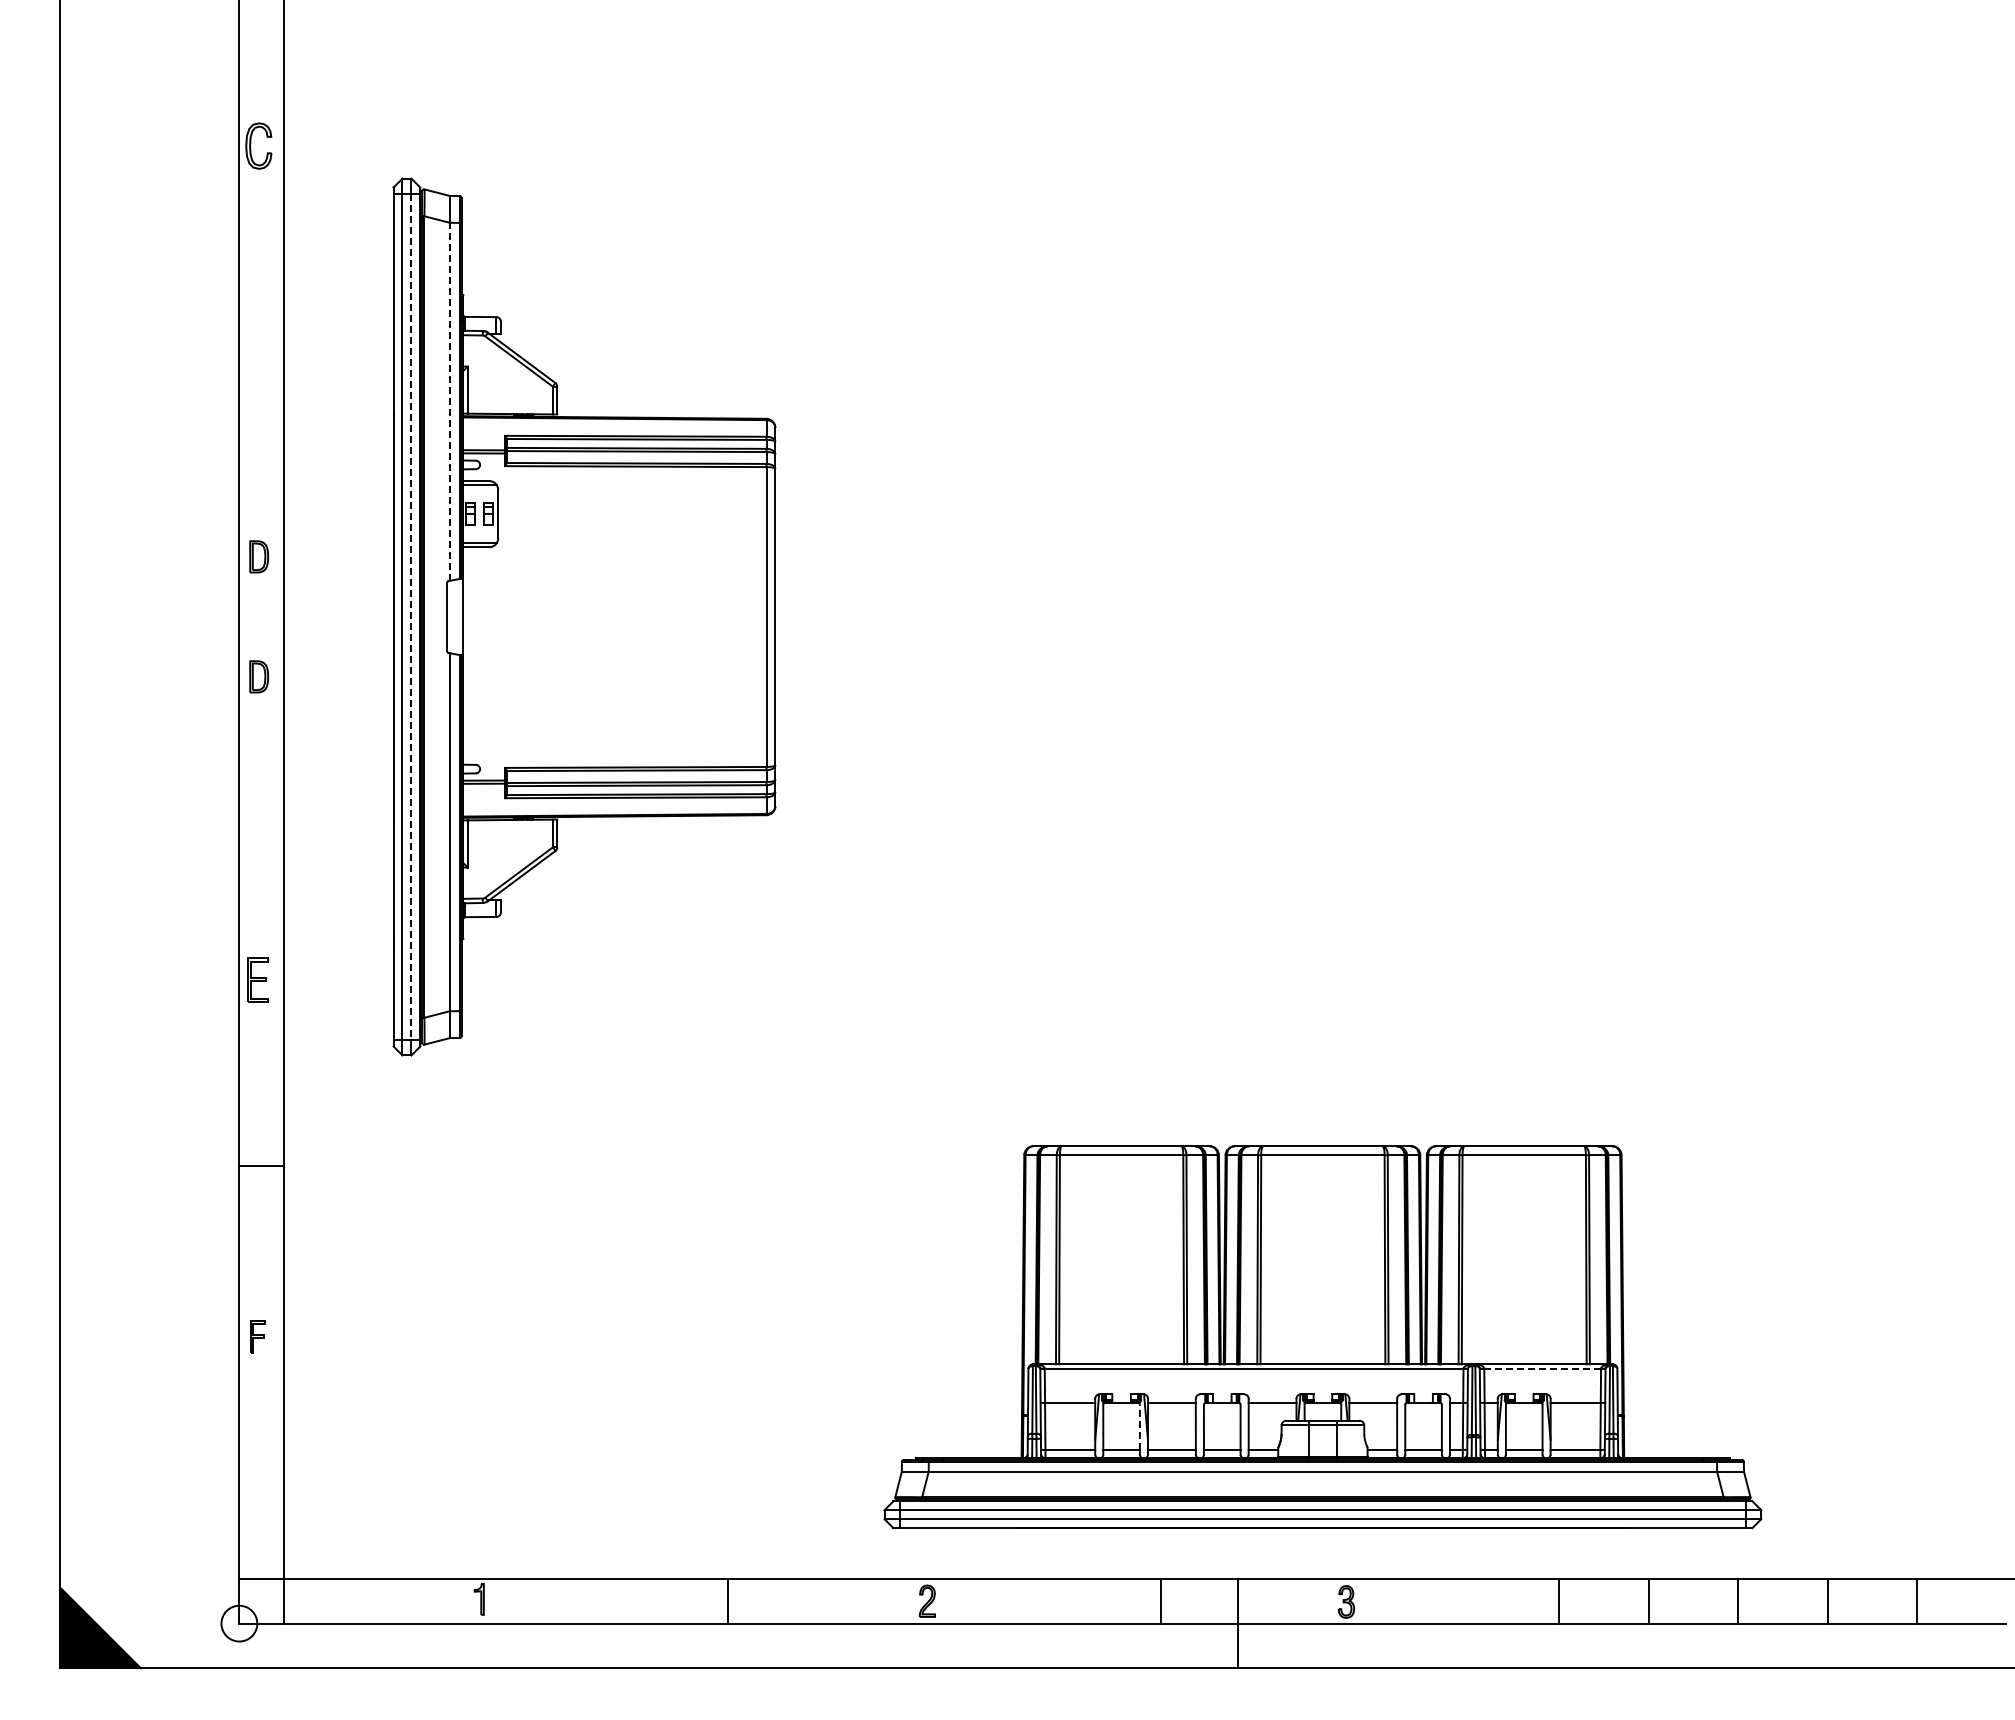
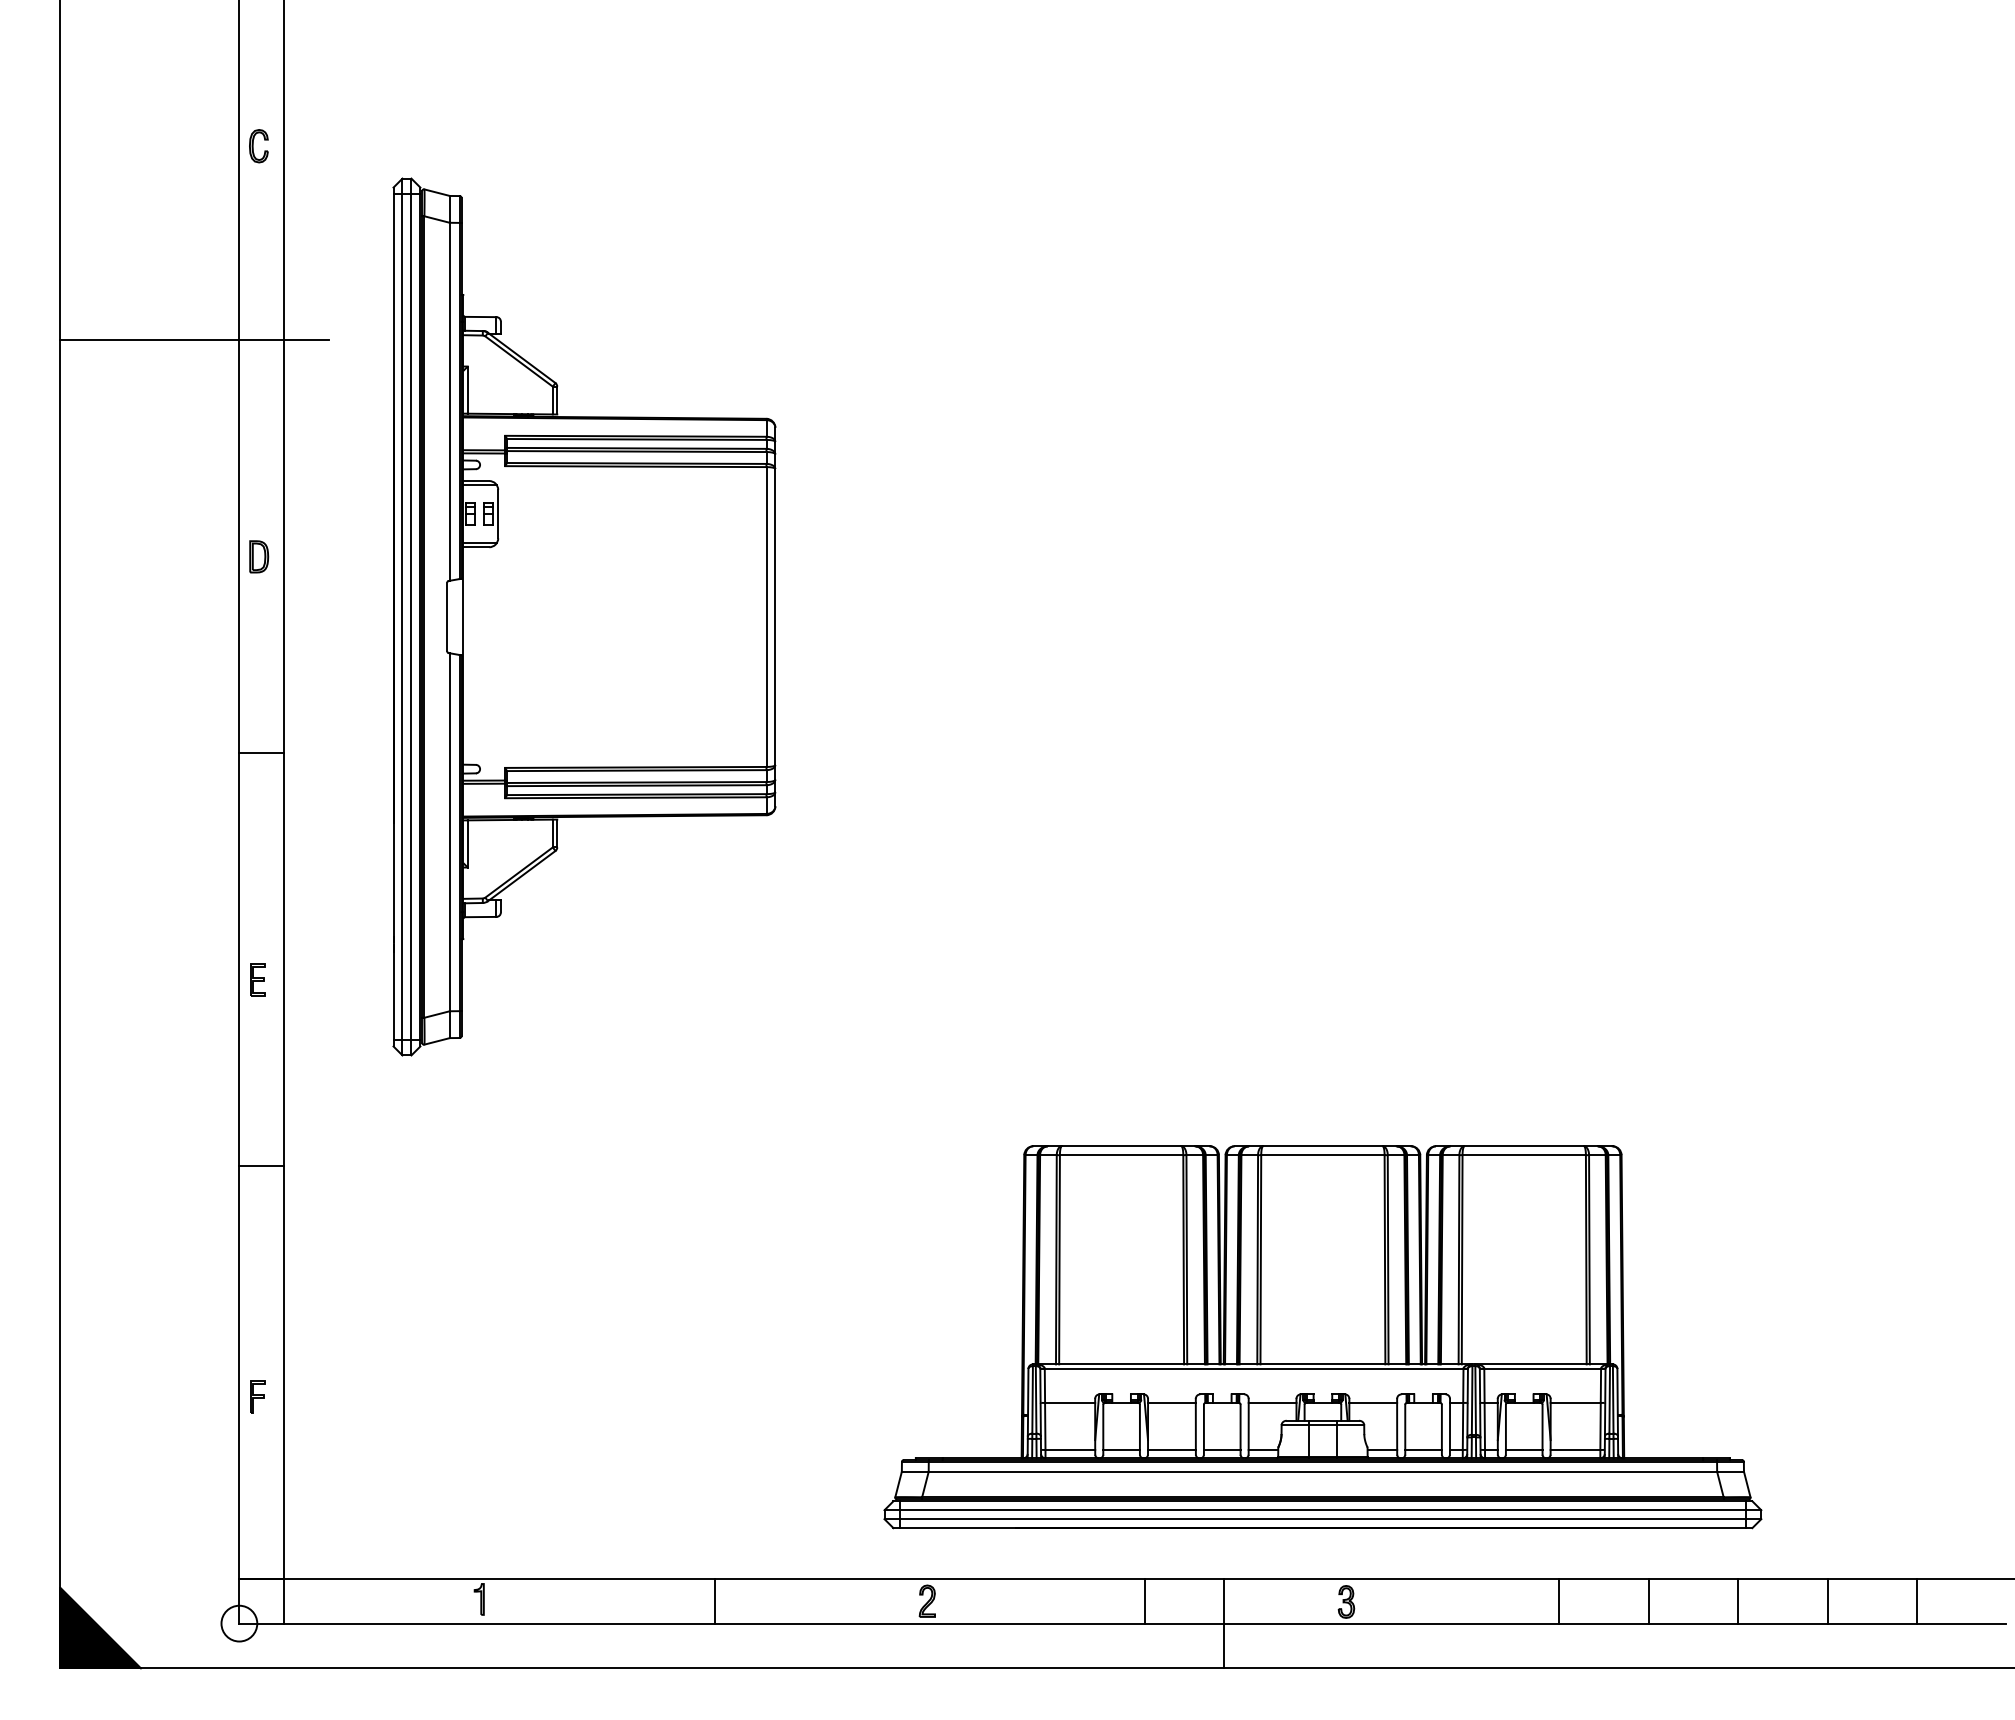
part at (258, 145) size: 28x48 px -> 20x35 px
line at (194, 339): none -> present
line at (449, 401): dashed -> solid
line at (411, 617): dashed -> solid
part at (259, 676): present -> none
line at (261, 752): none -> present
part at (257, 979) size: 22x46 px -> 16x34 px
part at (257, 1336) position: (257, 1336) -> (257, 1396)
line at (1542, 1368): dashed -> solid
line at (1139, 1427): dashed -> solid
line at (727, 1600) position: (727, 1600) -> (714, 1600)
line at (1161, 1600) position: (1161, 1600) -> (1145, 1600)
line at (1237, 1623) position: (1237, 1623) -> (1223, 1623)
